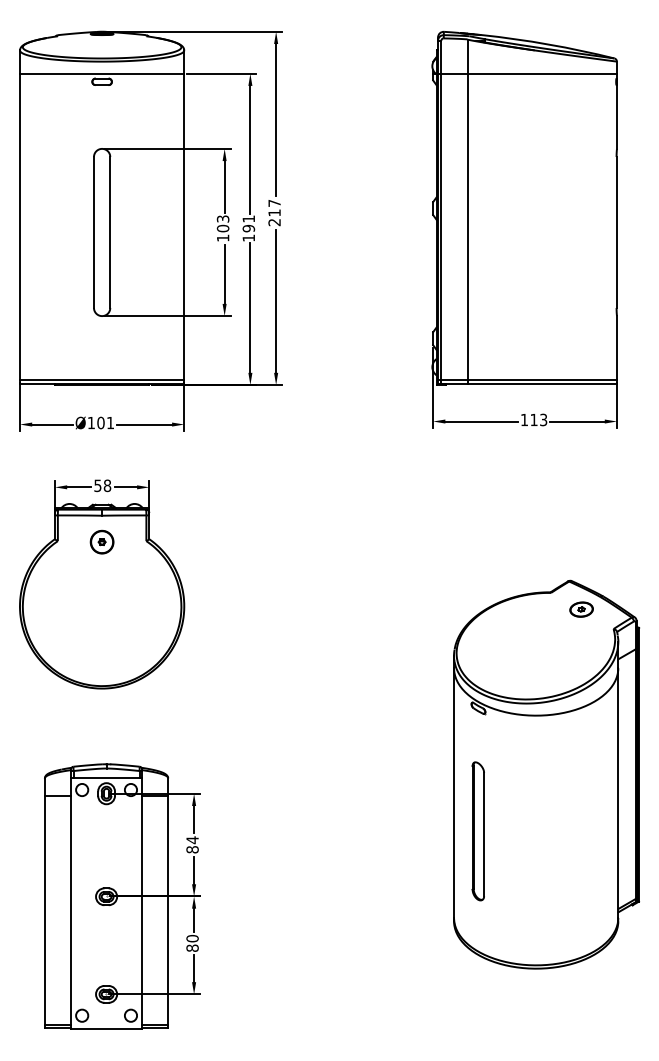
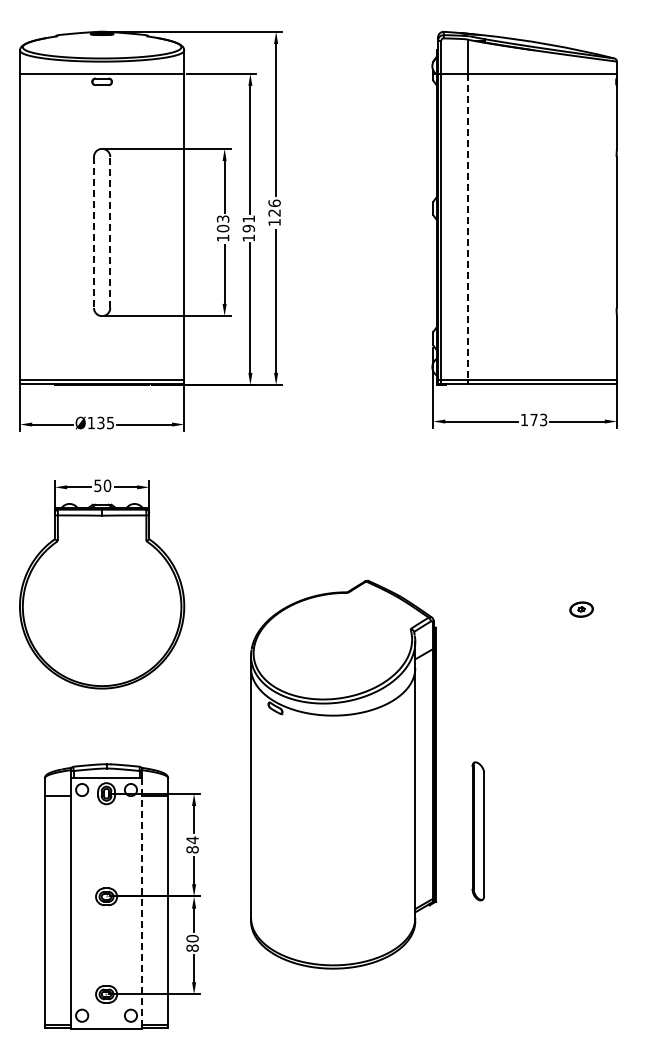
text at (274, 212): 217 -> 126
line at (467, 226): solid -> dashed
line at (110, 232): solid -> dashed
line at (94, 233): solid -> dashed
text at (533, 419): 113 -> 173
text at (105, 422): Ø101 -> Ø135
text at (107, 485): 58 -> 50
part at (101, 541): present -> none
part at (546, 774) position: (546, 774) -> (343, 774)
line at (141, 903): solid -> dashed
